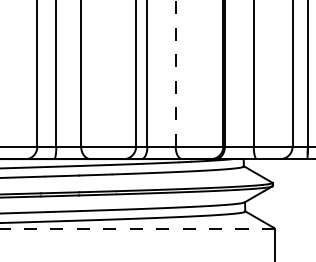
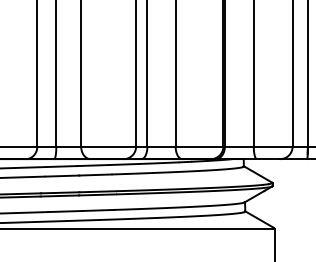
line at (175, 72): dashed -> solid
line at (137, 229): dashed -> solid
